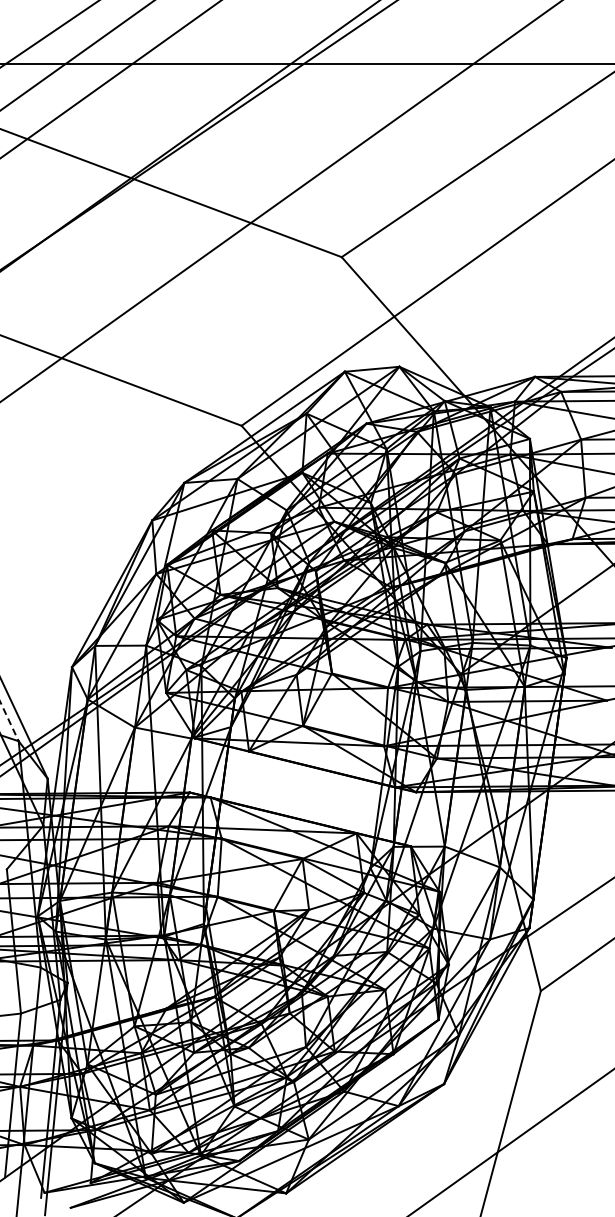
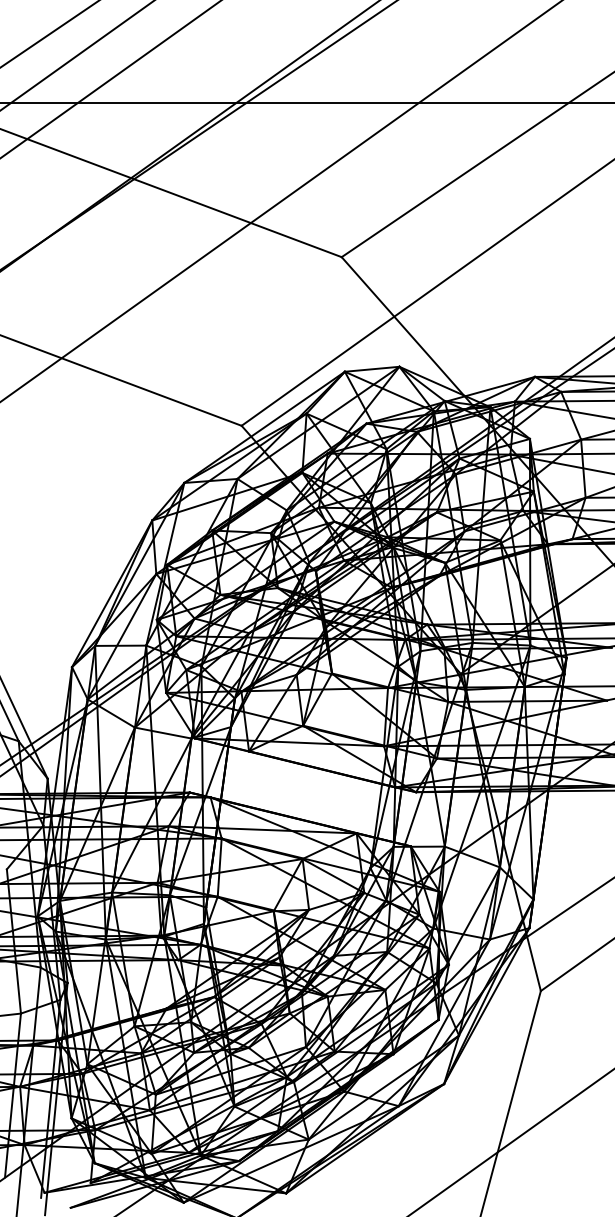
line at (306, 63) position: (306, 63) -> (306, 102)
line at (9, 721): dashed -> solid
